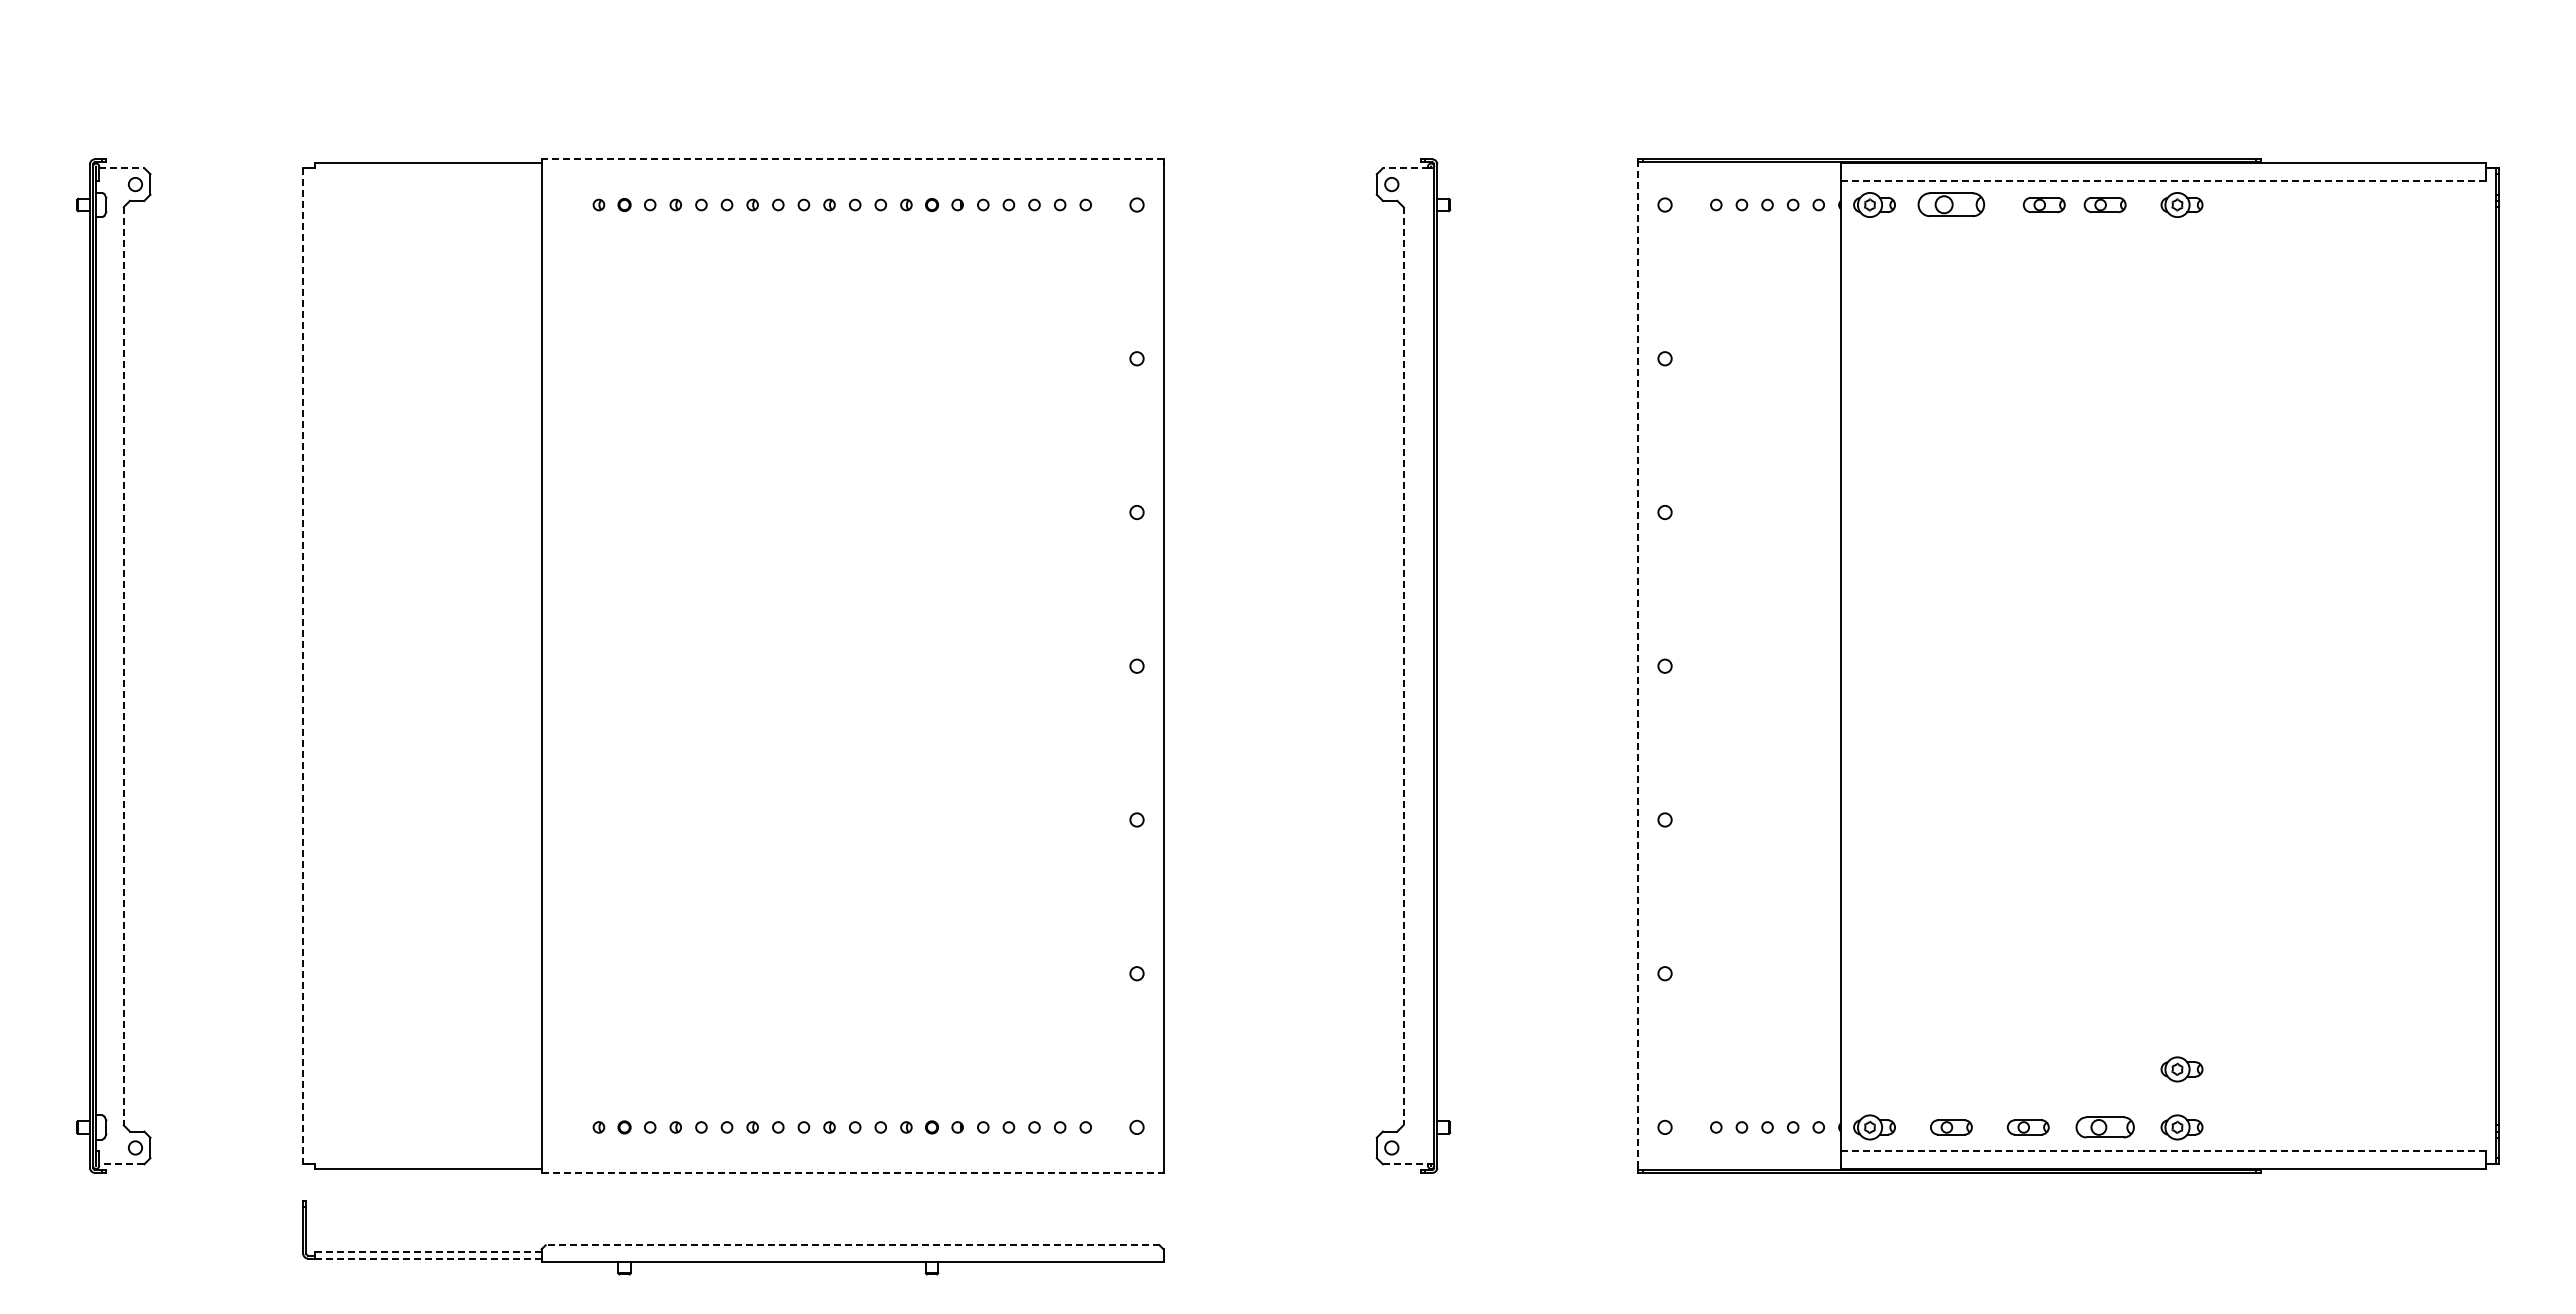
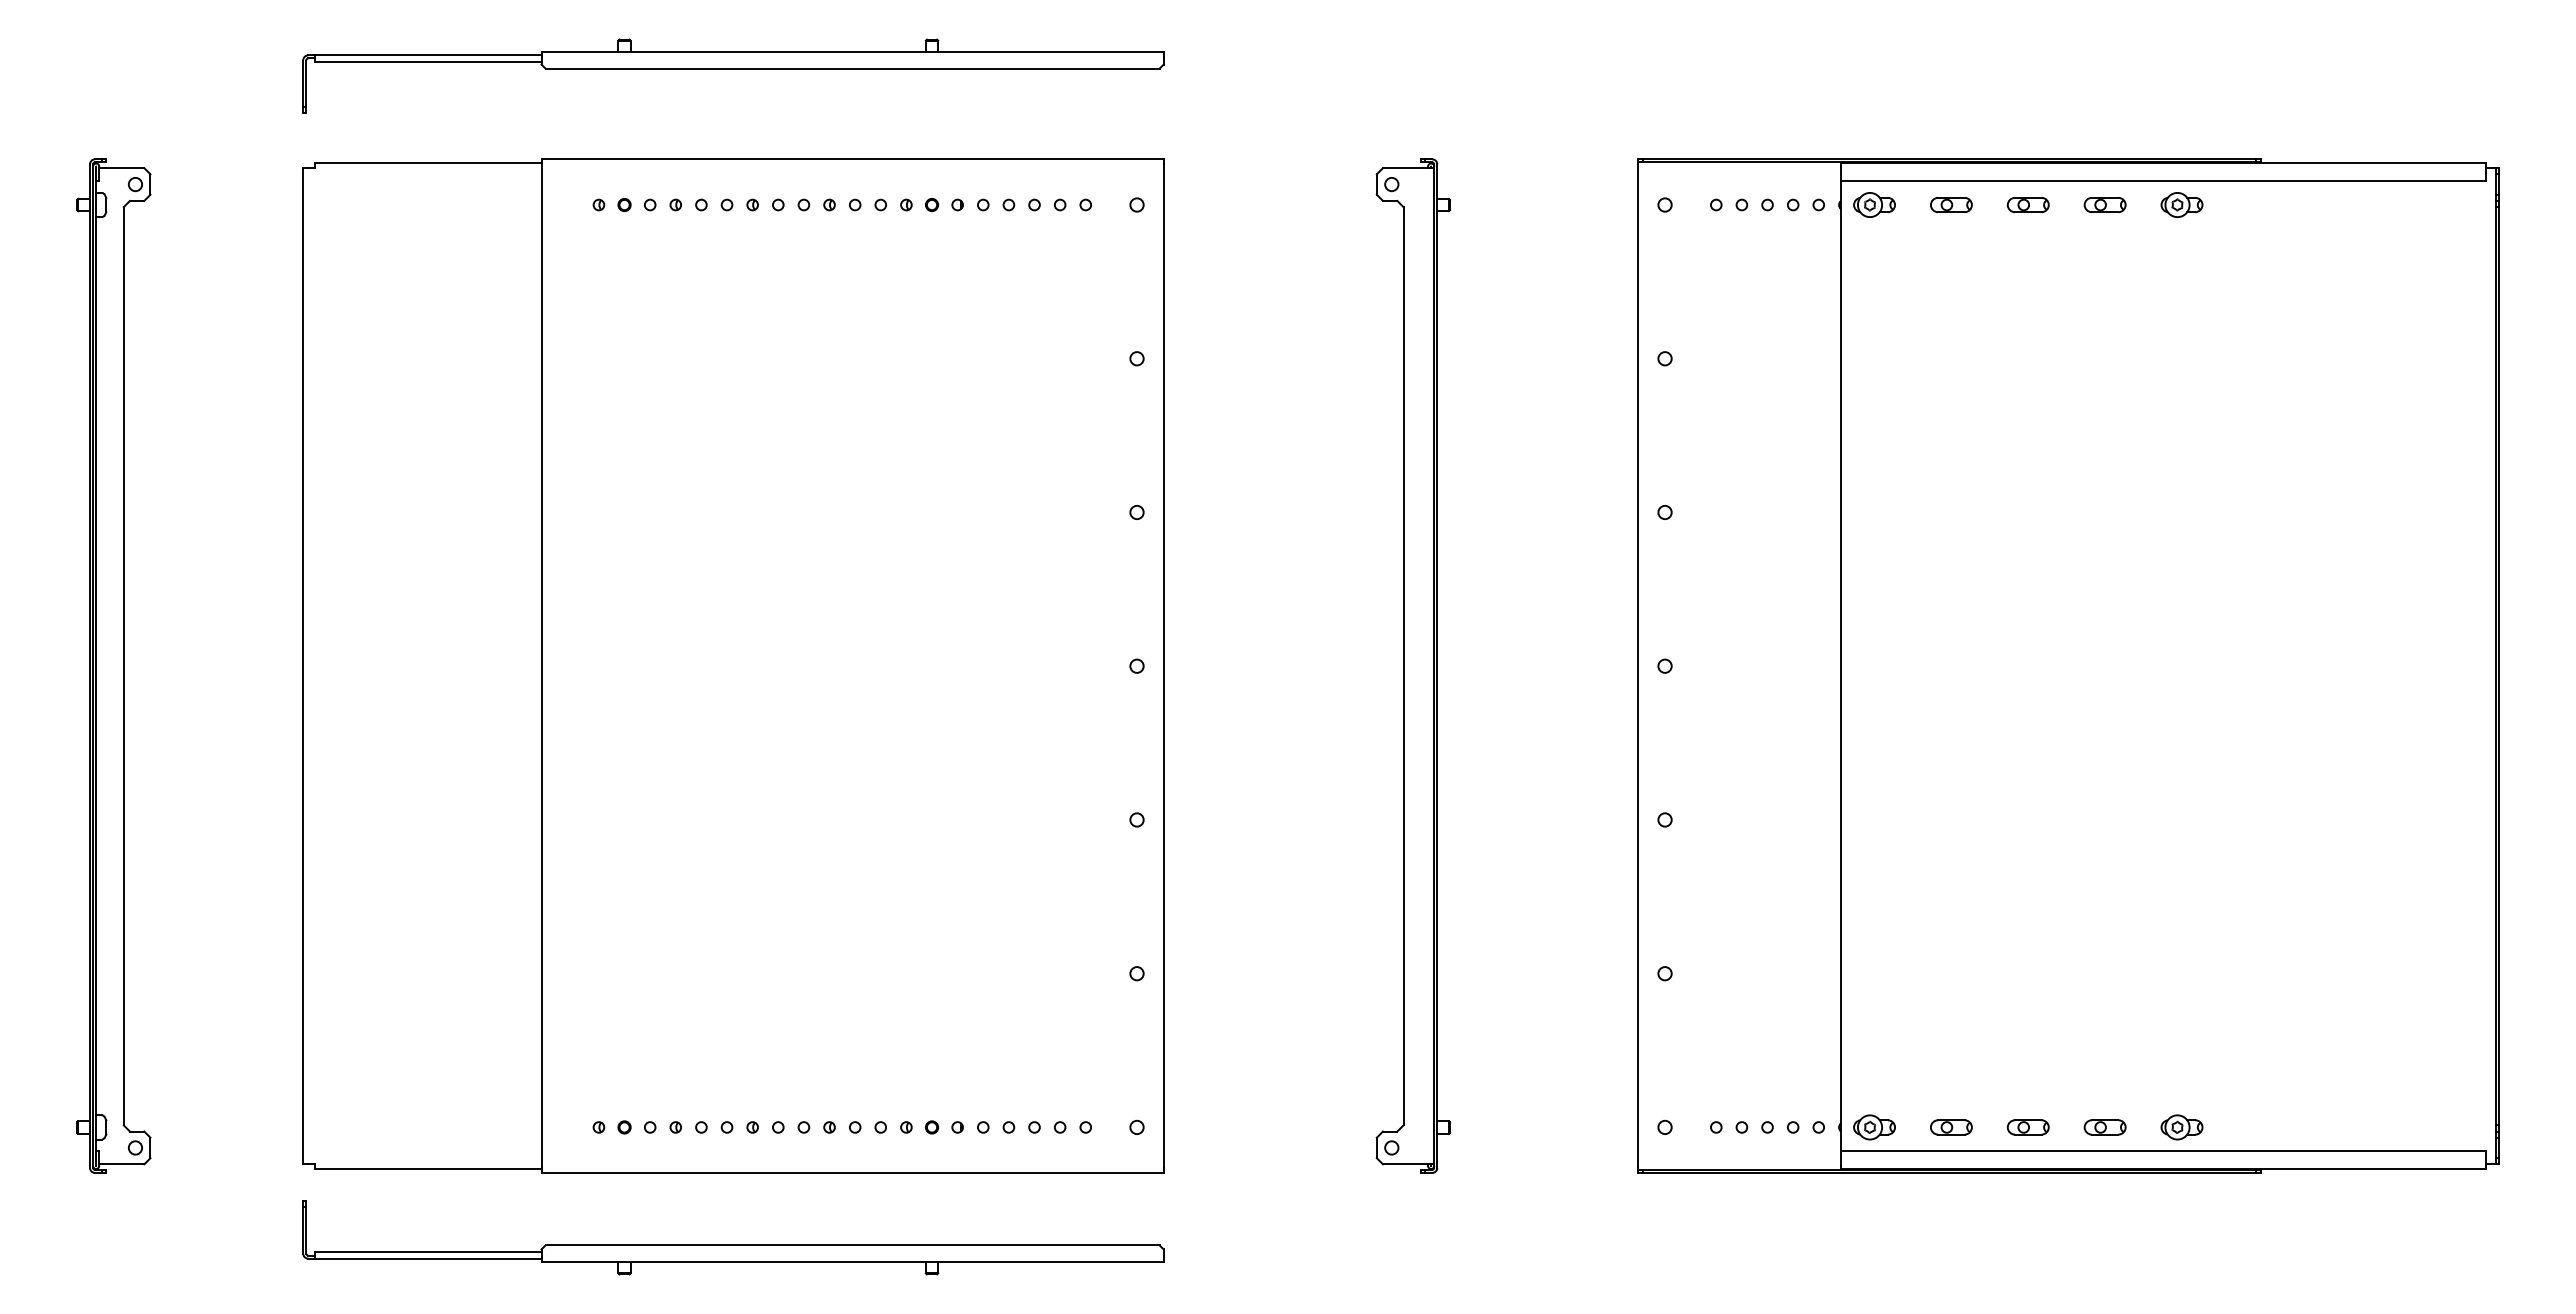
part at (733, 75): none -> present
line at (852, 159): dashed -> solid
line at (122, 168): dashed -> solid
line at (1405, 168): dashed -> solid
line at (2163, 181): dashed -> solid
part at (1951, 204) size: 69x26 px -> 43x17 px
part at (2043, 205) position: (2043, 205) -> (2027, 205)
line at (123, 666): dashed -> solid
line at (303, 666): dashed -> solid
line at (1403, 666): dashed -> solid
line at (1638, 666): dashed -> solid
part at (2181, 1069): present -> none
part at (2104, 1127) size: 60x23 px -> 44x17 px
line at (2163, 1151): dashed -> solid
line at (121, 1164): dashed -> solid
line at (1406, 1164): dashed -> solid
line at (853, 1172): dashed -> solid
line at (852, 1245): dashed -> solid
line at (428, 1252): dashed -> solid
line at (428, 1258): dashed -> solid
